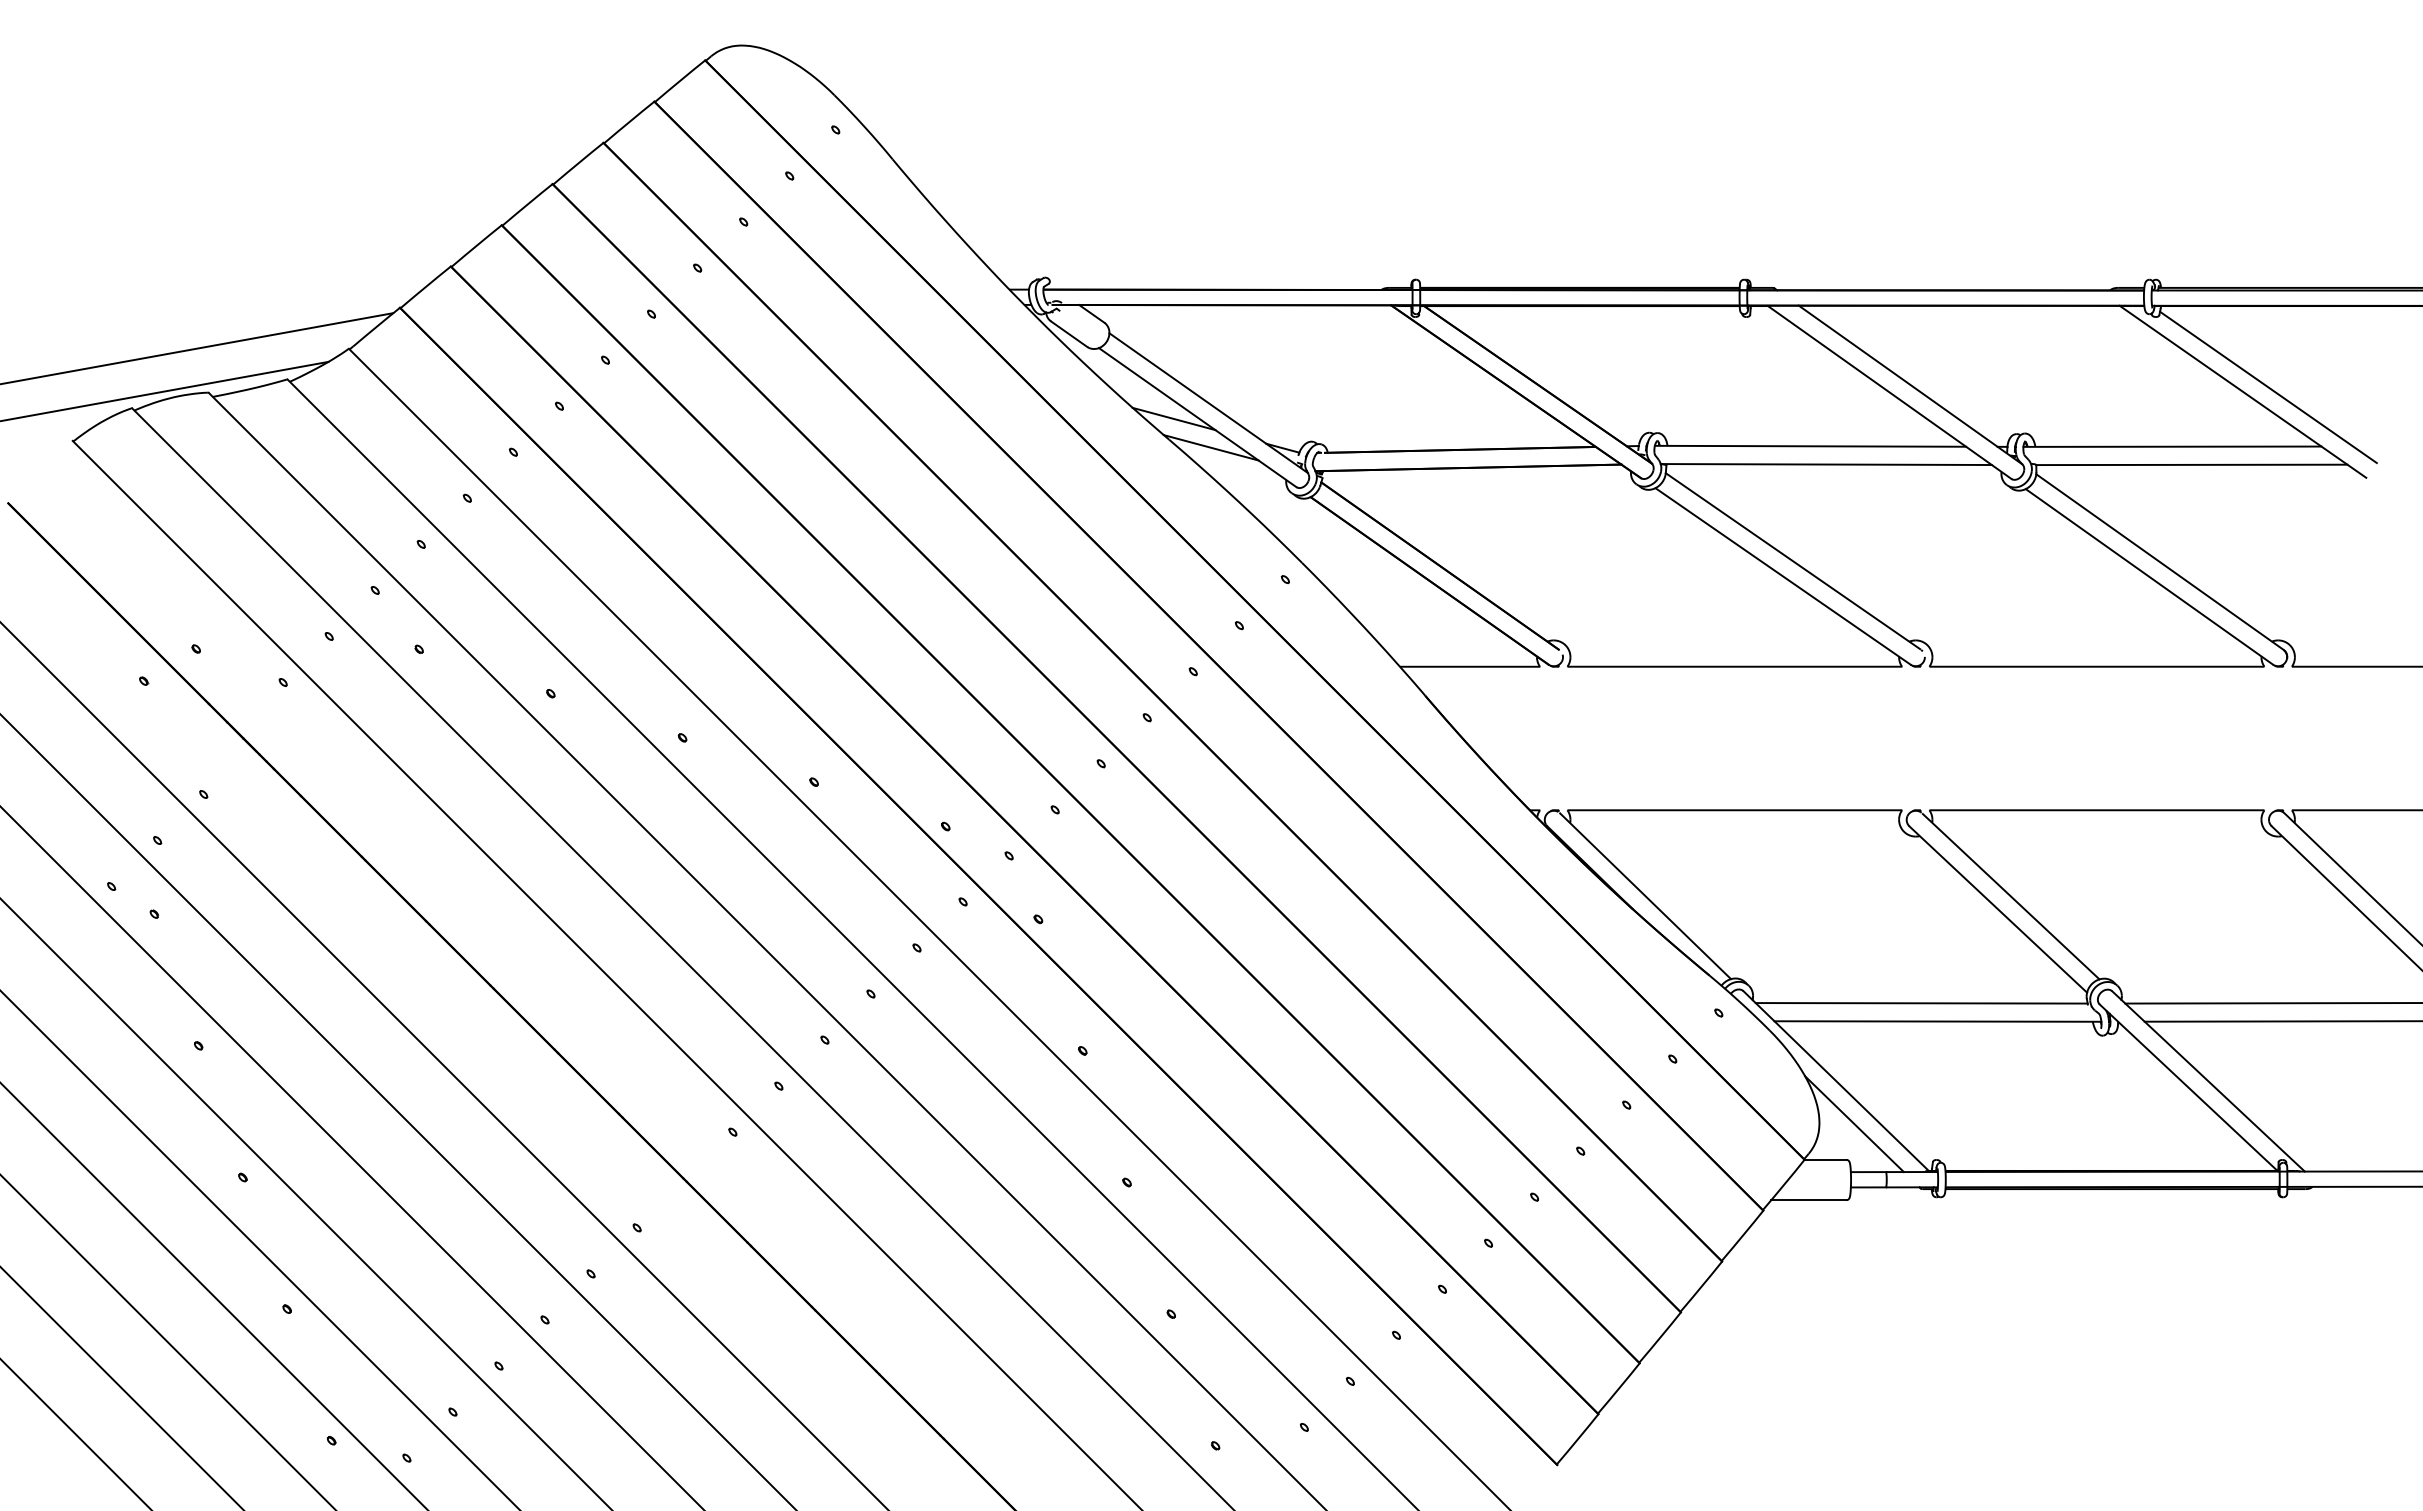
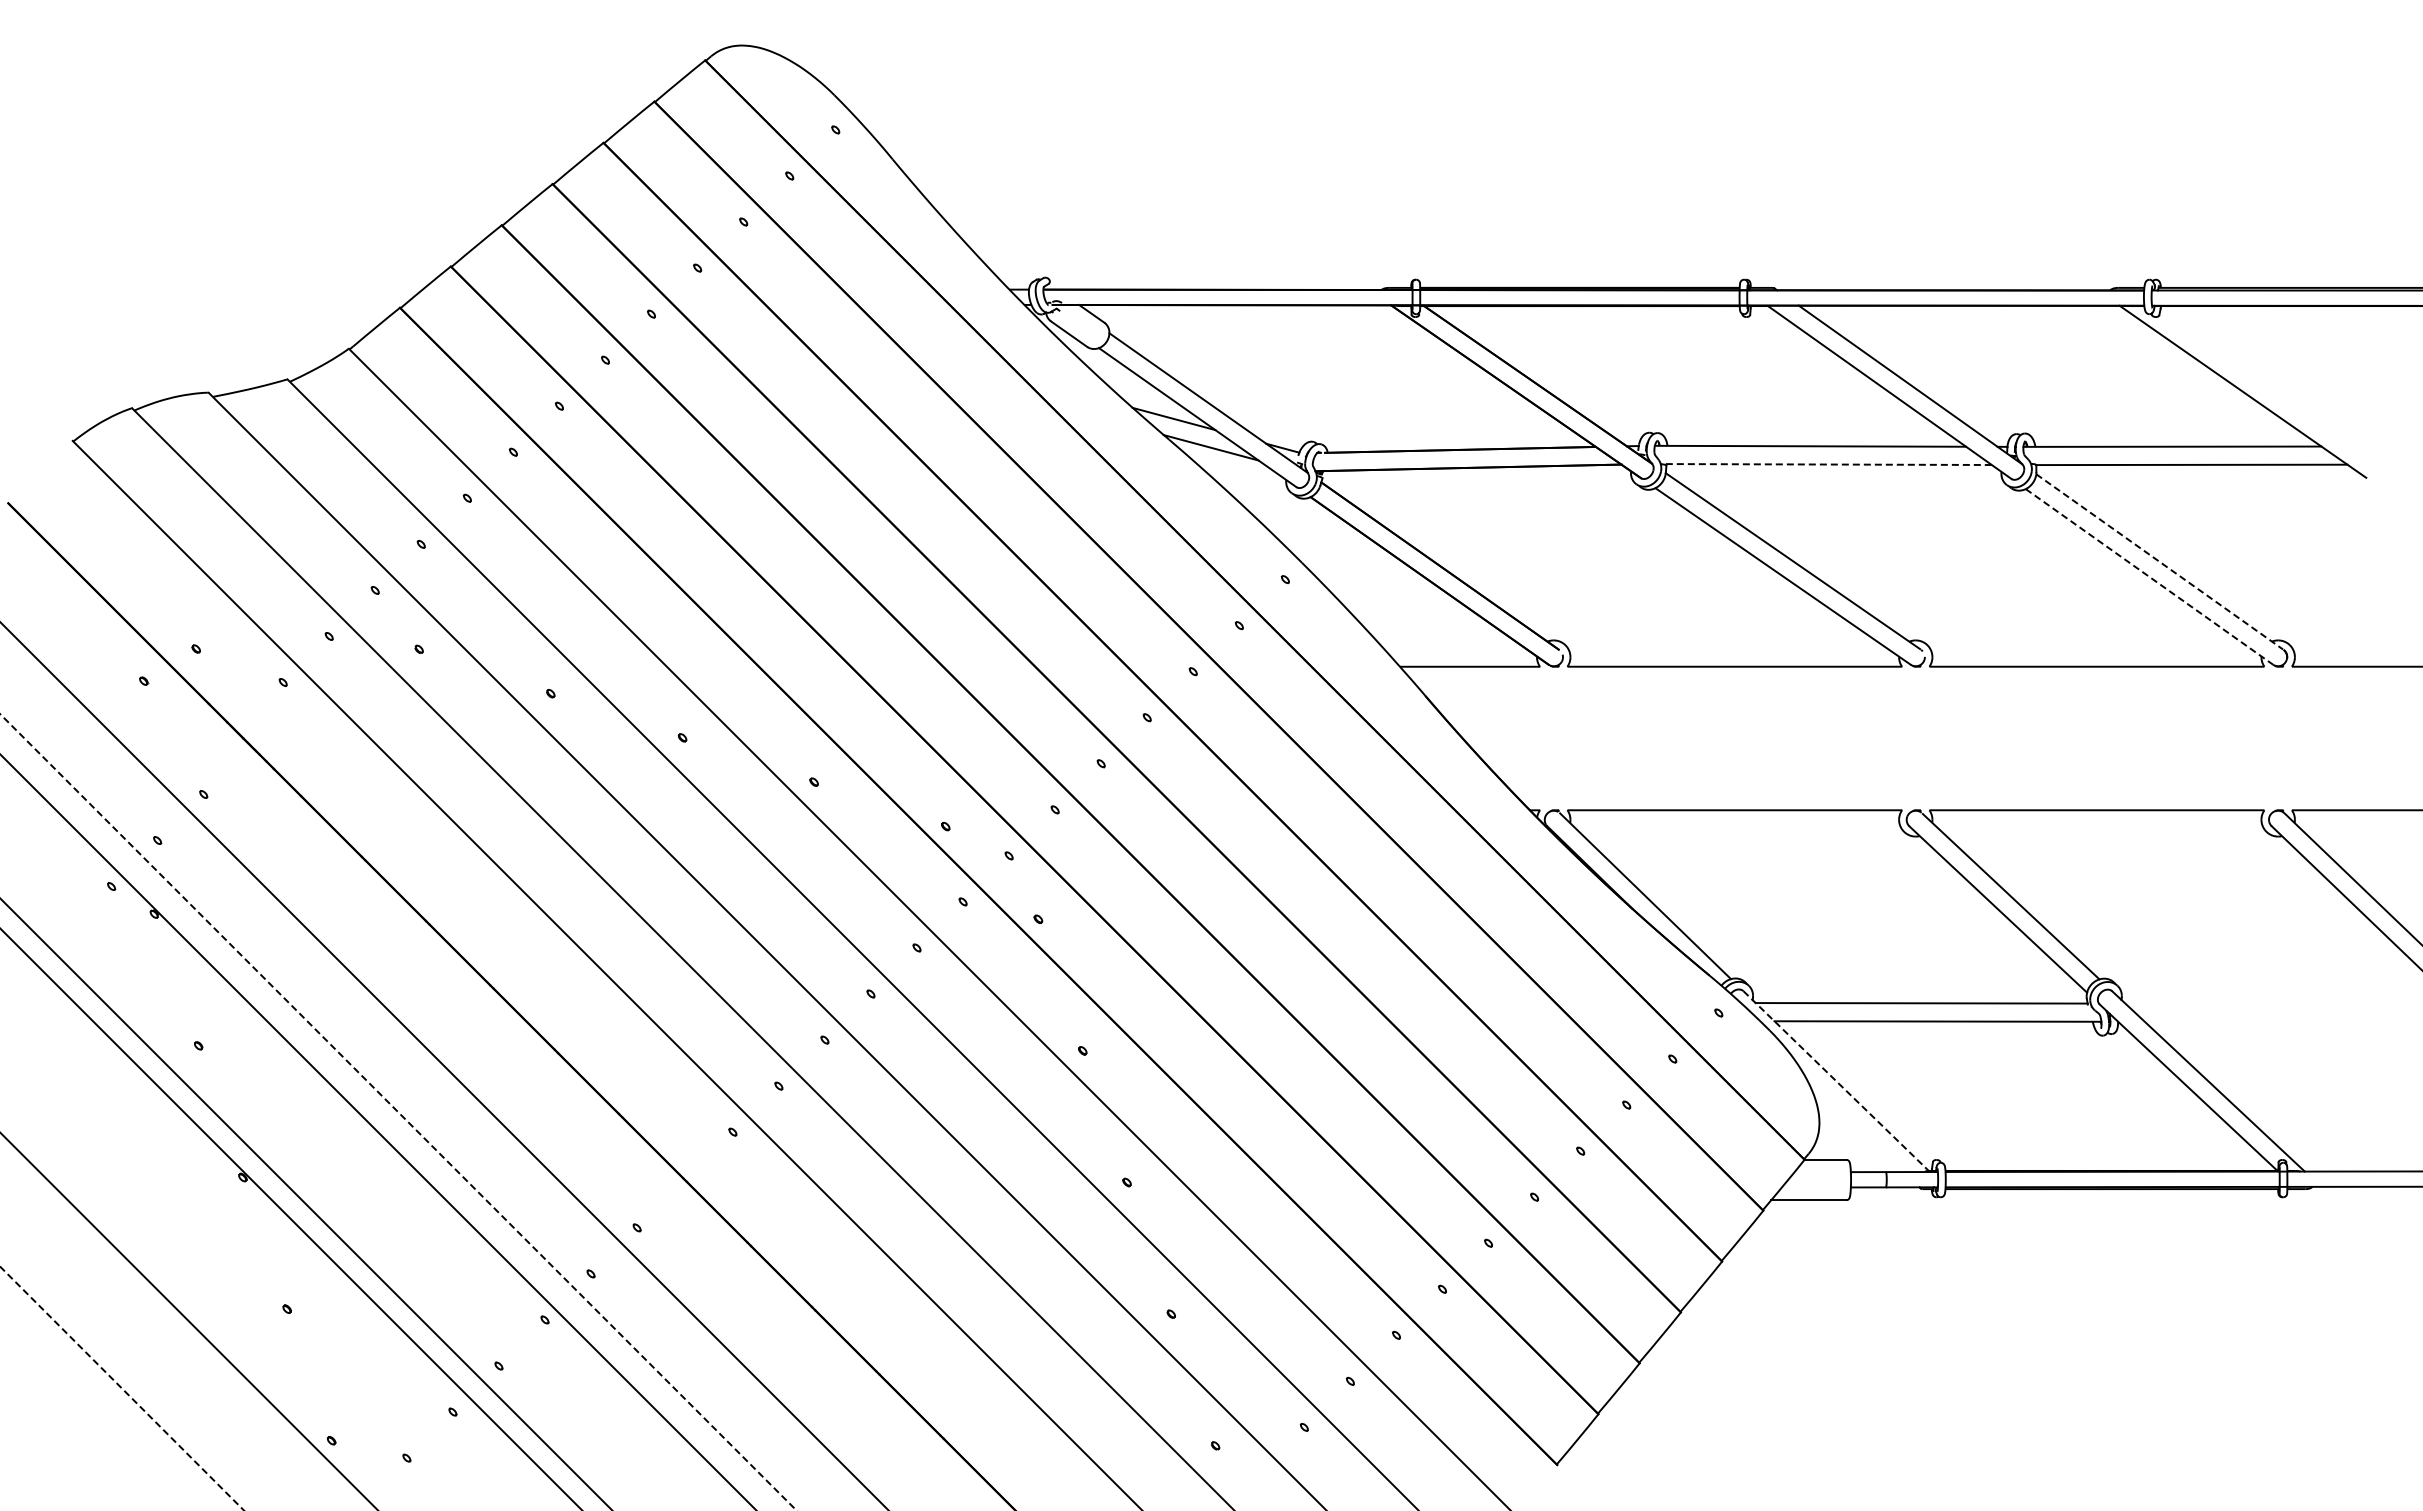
line at (197, 348): present -> none
line at (2268, 387): present -> none
line at (165, 390): present -> none
line at (1826, 464): solid -> dashed
line at (2160, 562): solid -> dashed
line at (2149, 576): solid -> dashed
line at (2272, 1003): present -> none
line at (2281, 1021): present -> none
line at (1836, 1081): solid -> dashed
line at (398, 1112): solid -> dashed
line at (1854, 1124): present -> none
line at (351, 1157) position: (351, 1157) -> (377, 1131)
line at (259, 1249) position: (259, 1249) -> (290, 1218)
line at (213, 1295): present -> none
line at (167, 1341) position: (167, 1341) -> (188, 1321)
line at (121, 1388): solid -> dashed
line at (75, 1434): present -> none
